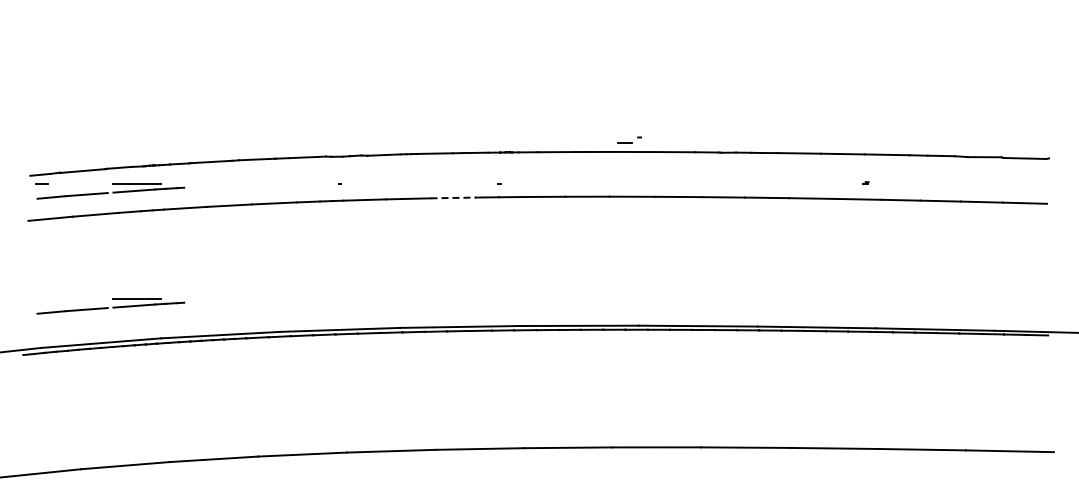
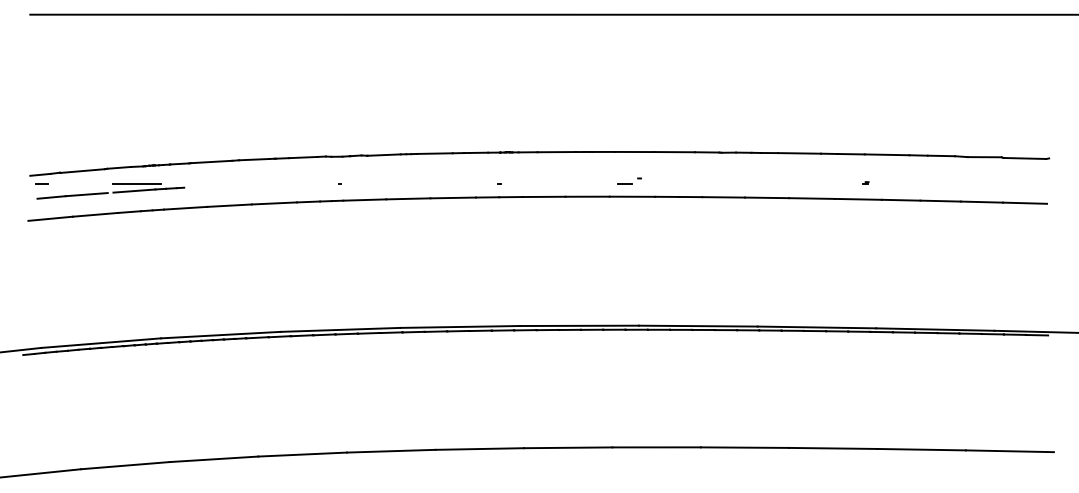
line at (552, 14): none -> present
part at (629, 139) position: (629, 139) -> (629, 180)
line at (453, 197): dashed -> solid
part at (110, 306): present -> none
